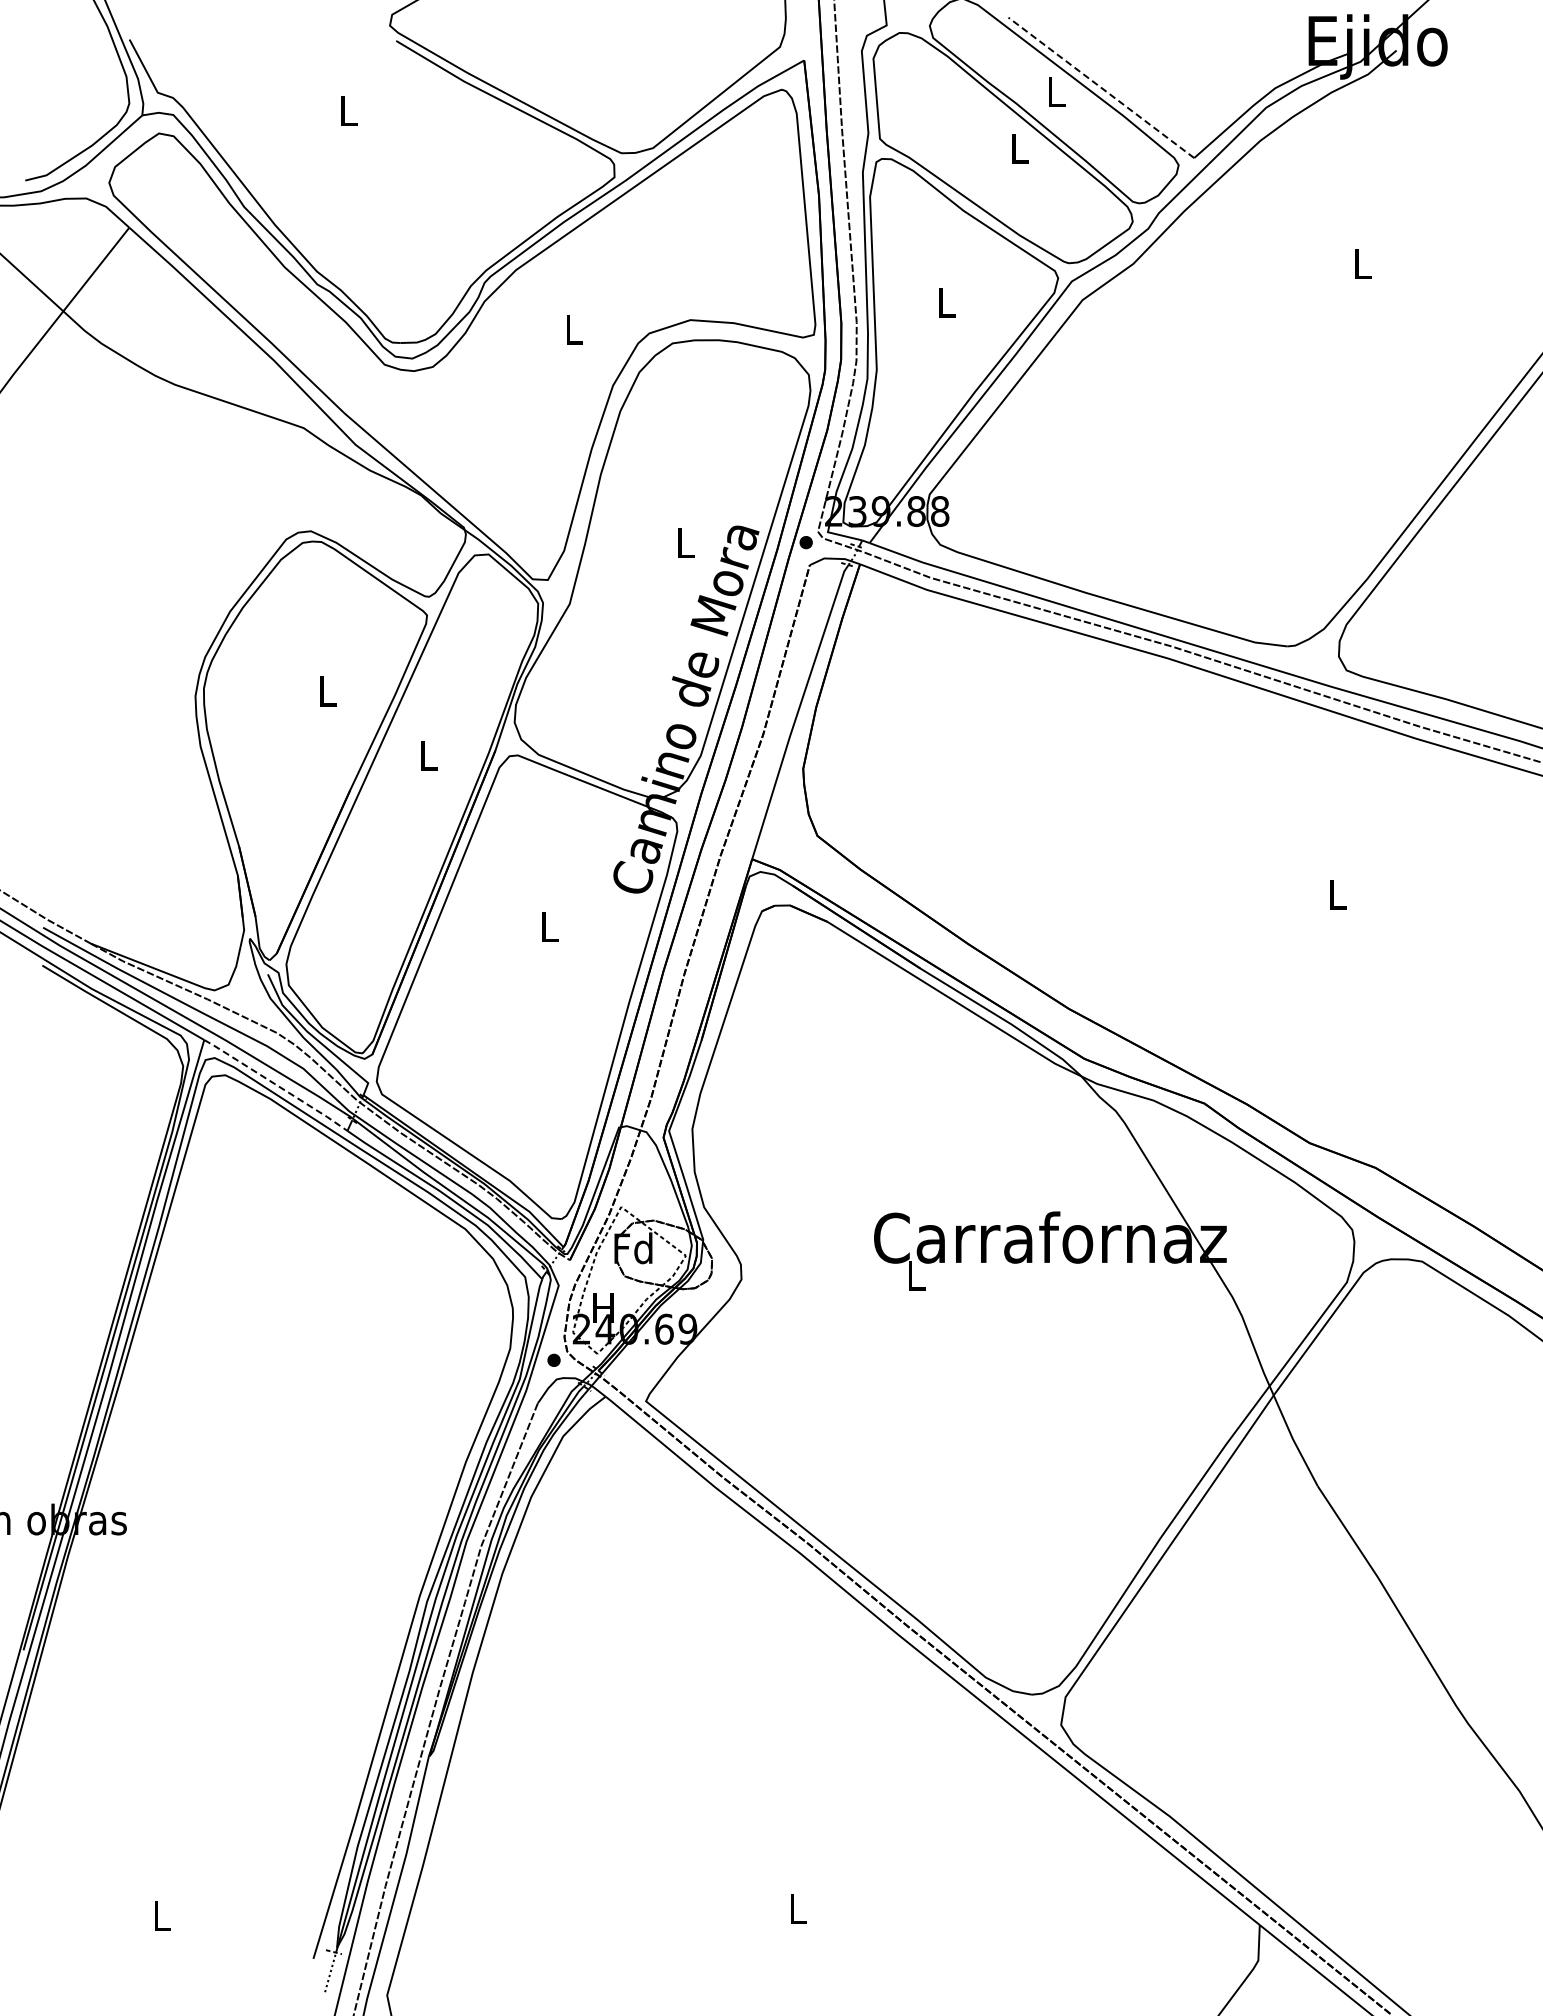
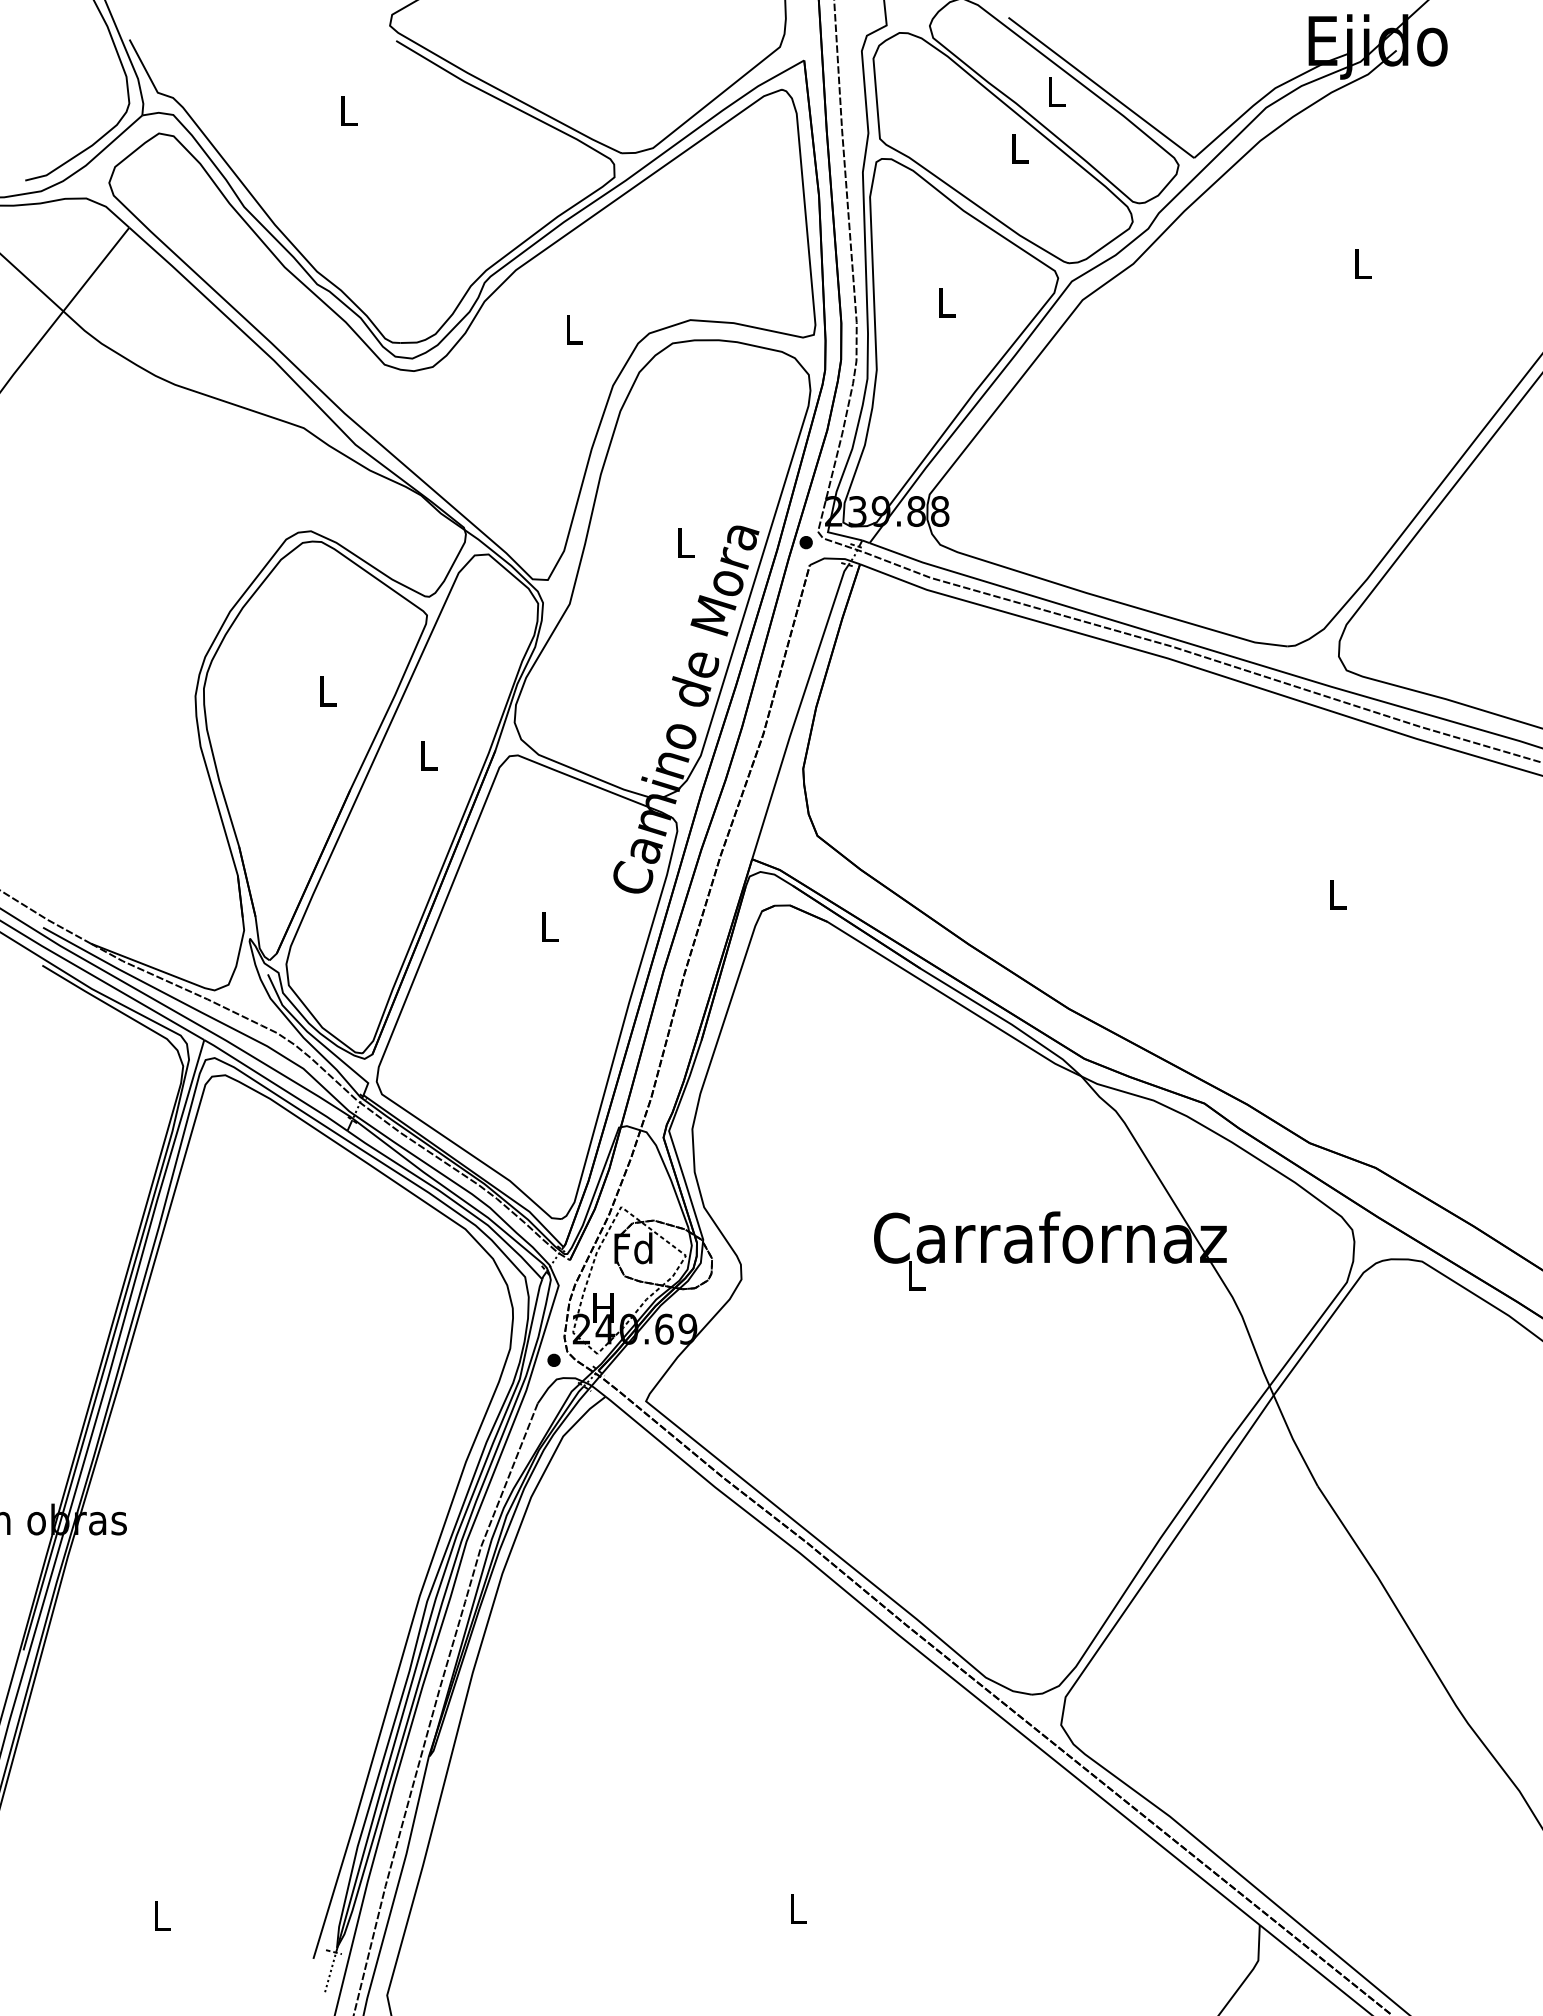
line at (1100, 87): dashed -> solid
line at (276, 1084): dashed -> solid
